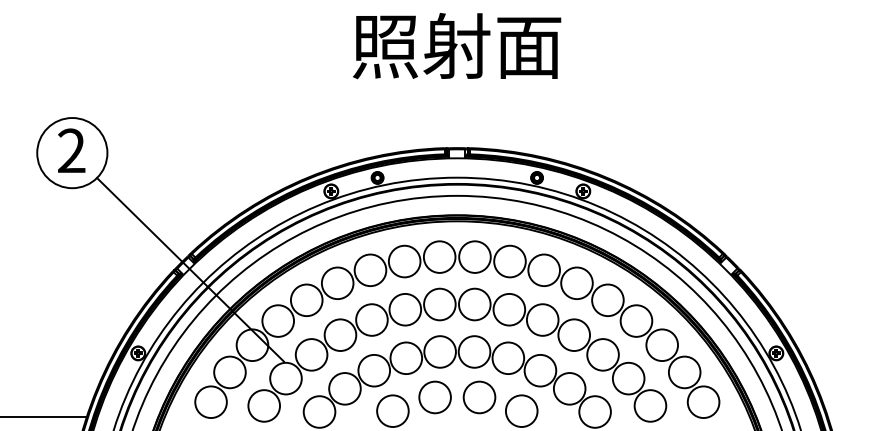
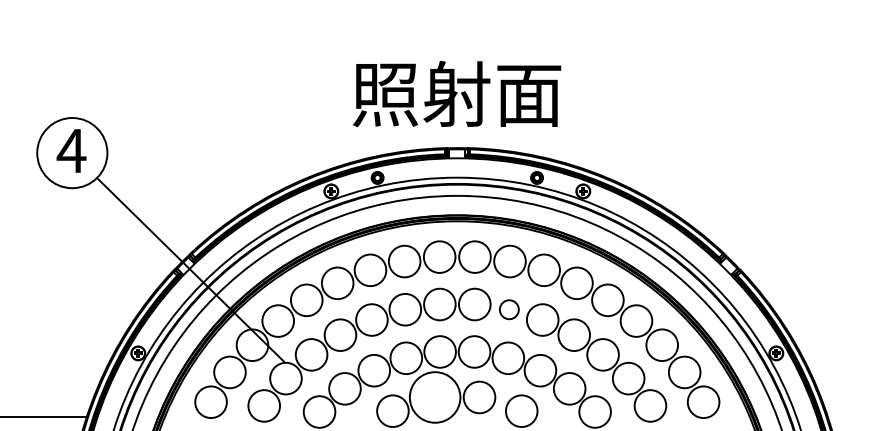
text at (457, 45) position: (457, 45) -> (457, 93)
text at (71, 150): 2 -> 4
circle at (509, 309) diameter: 32 px -> 19 px
circle at (434, 397) diameter: 32 px -> 51 px
